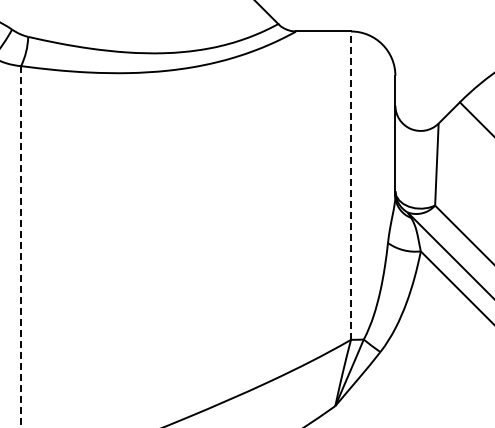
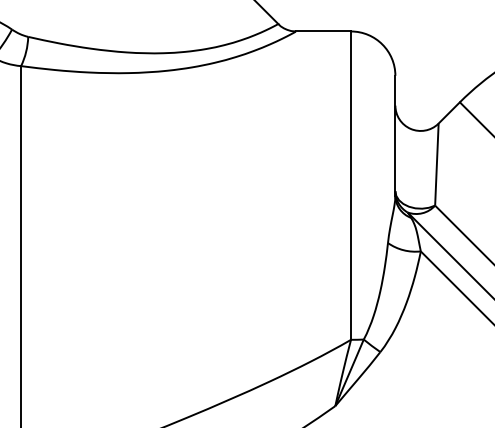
line at (351, 185): dashed -> solid
line at (21, 247): dashed -> solid
